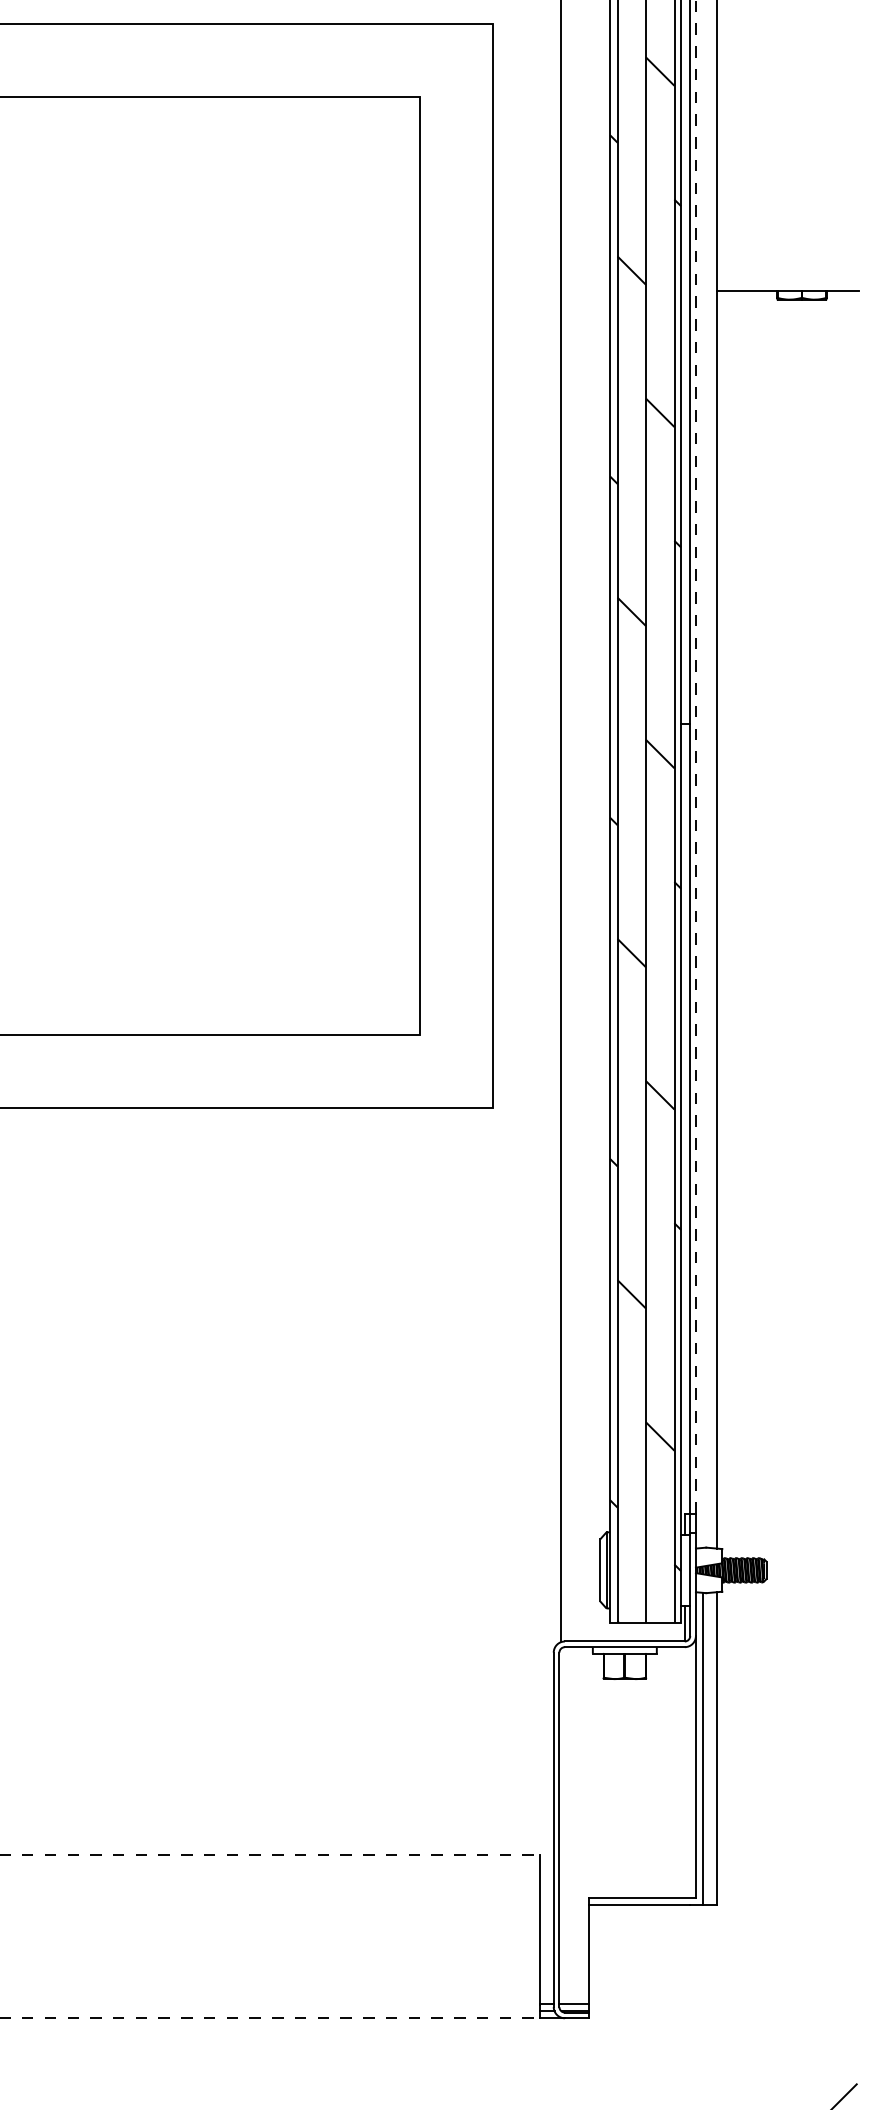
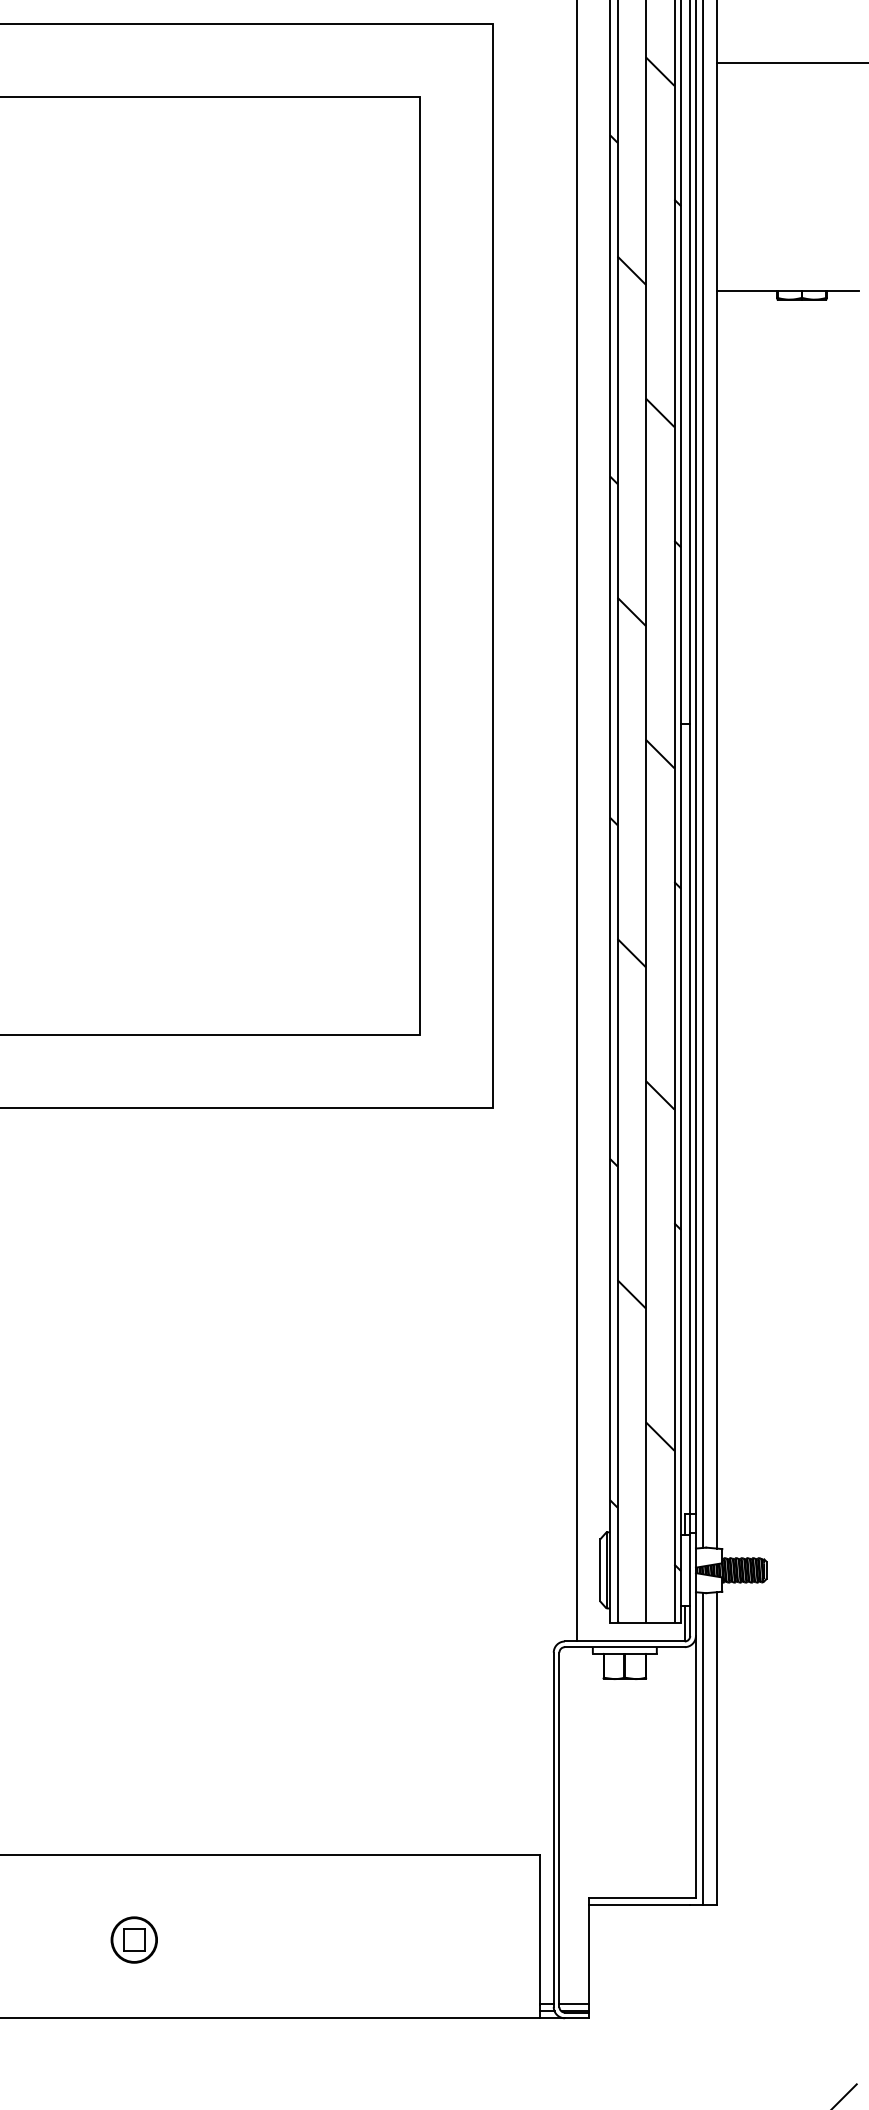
line at (790, 63): none -> present
line at (695, 757): dashed -> solid
line at (703, 774): none -> present
line at (560, 821) position: (560, 821) -> (576, 821)
line at (270, 1854): dashed -> solid
part at (133, 1939): none -> present
line at (270, 2018): dashed -> solid
